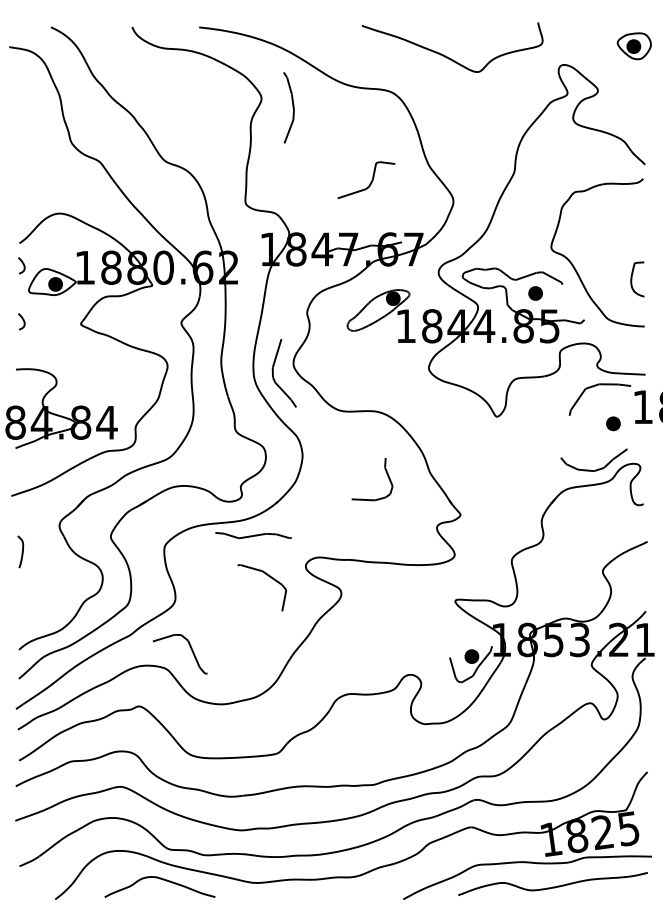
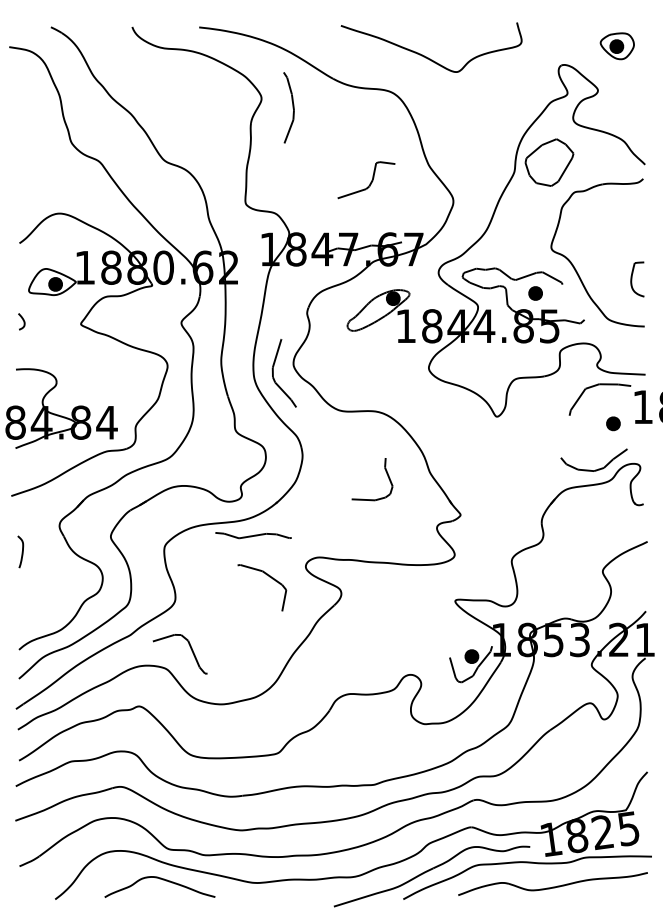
part at (633, 46) position: (633, 46) -> (616, 46)
curve at (447, 56) position: (447, 56) -> (426, 56)
part at (549, 162): none -> present
curve at (22, 264): present -> none
part at (431, 876): none -> present
